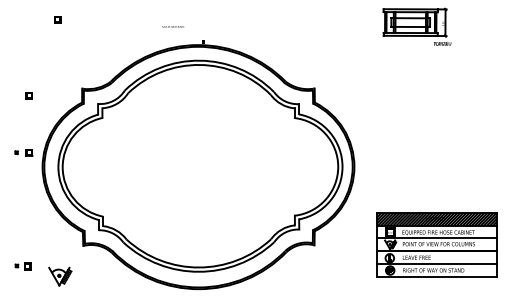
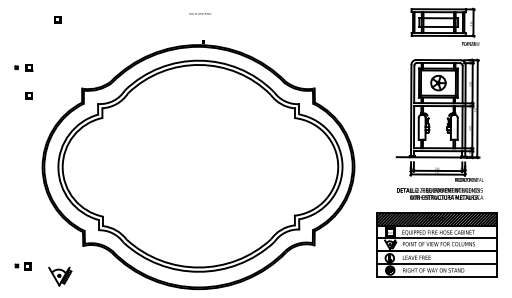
text at (173, 26) position: (173, 26) -> (200, 13)
part at (416, 26) position: (416, 26) -> (444, 26)
part at (439, 128): none -> present
part at (23, 152) position: (23, 152) -> (23, 67)
